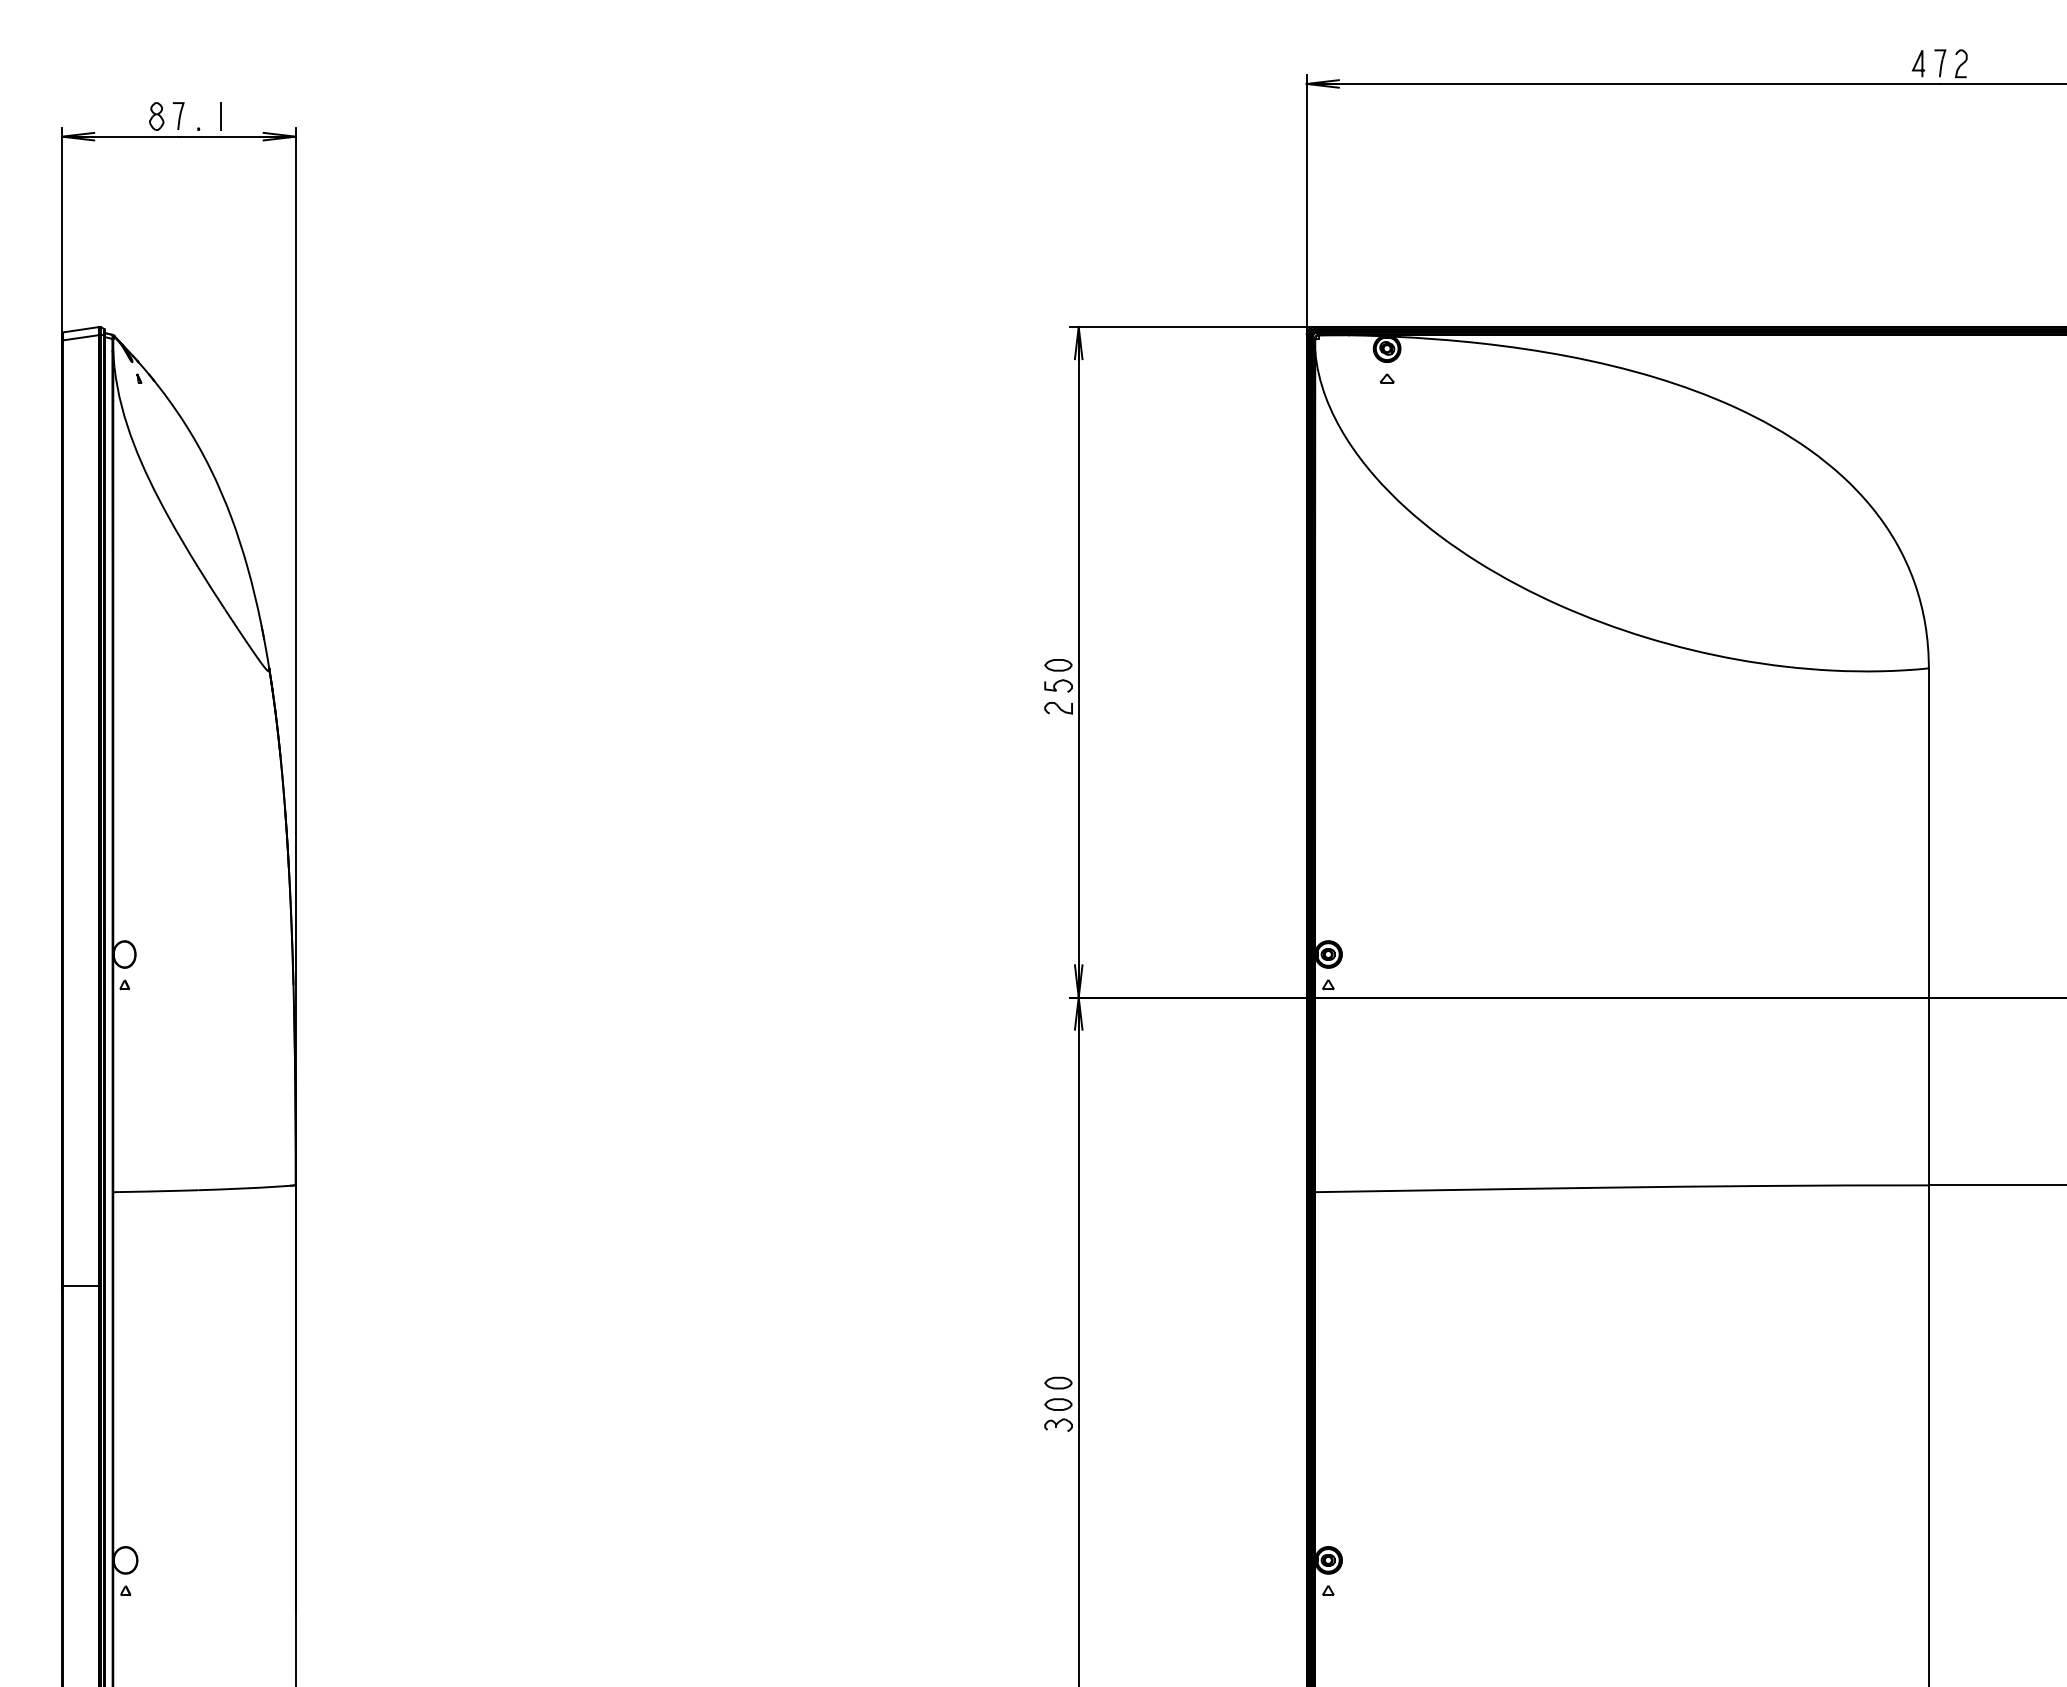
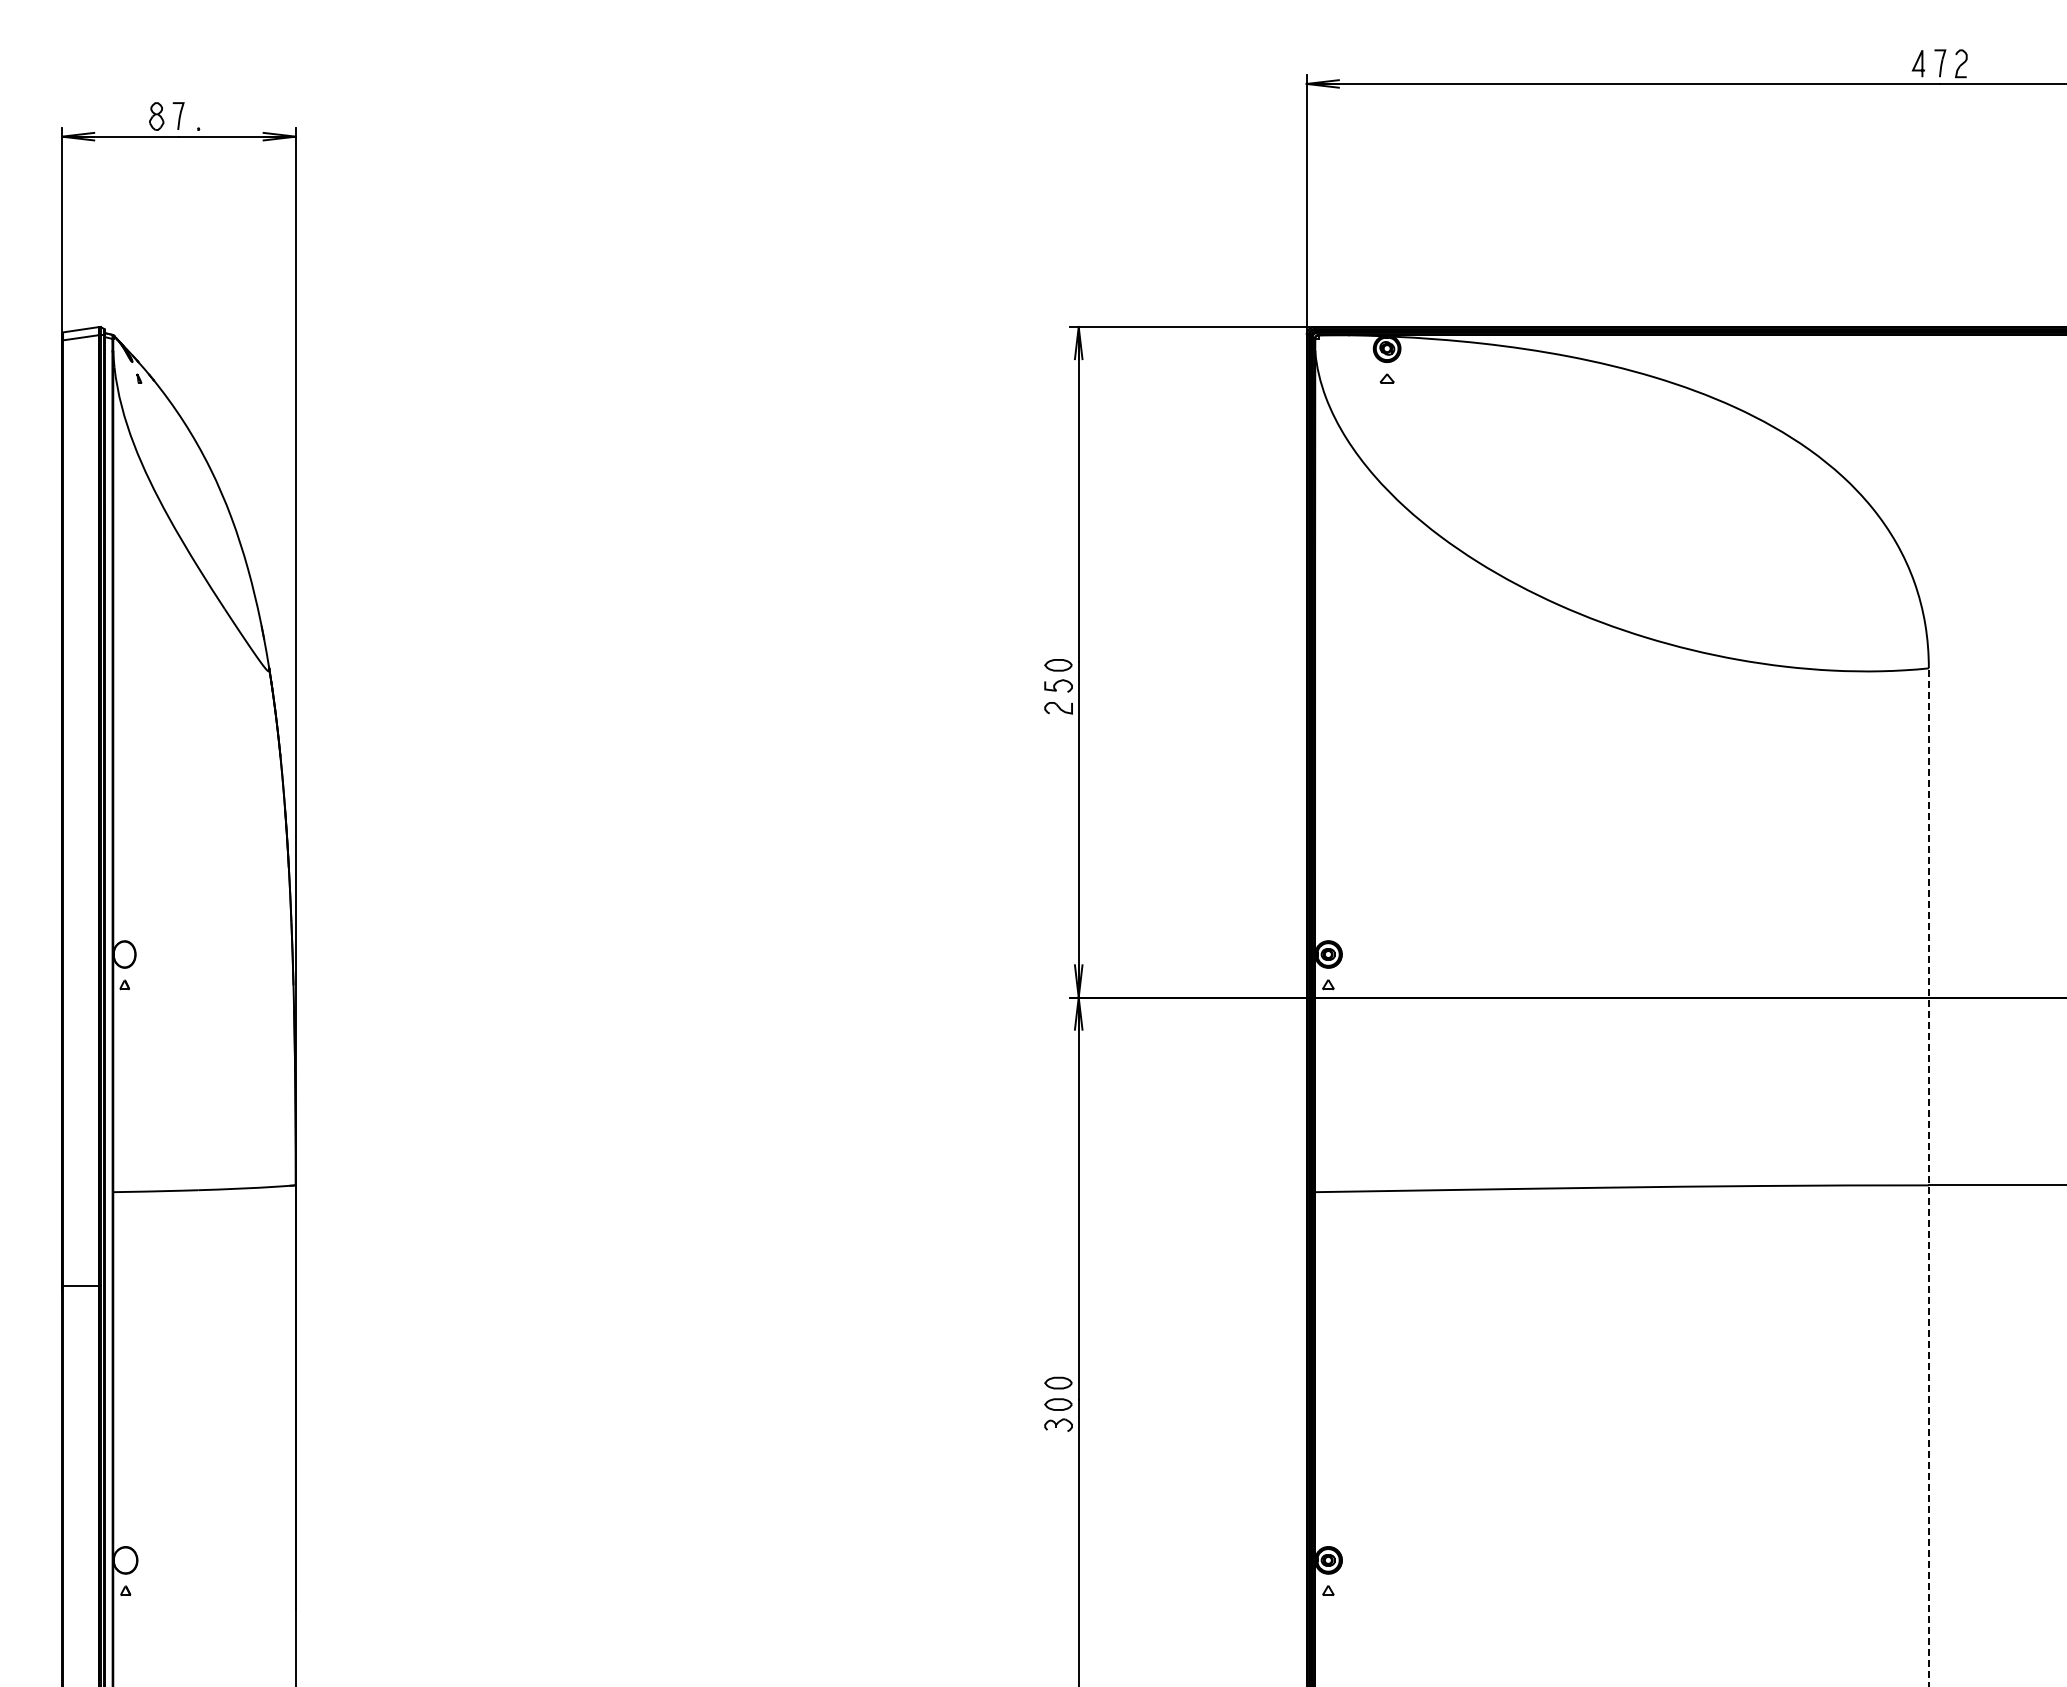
line at (221, 116): present -> none
line at (1928, 1177): solid -> dashed
